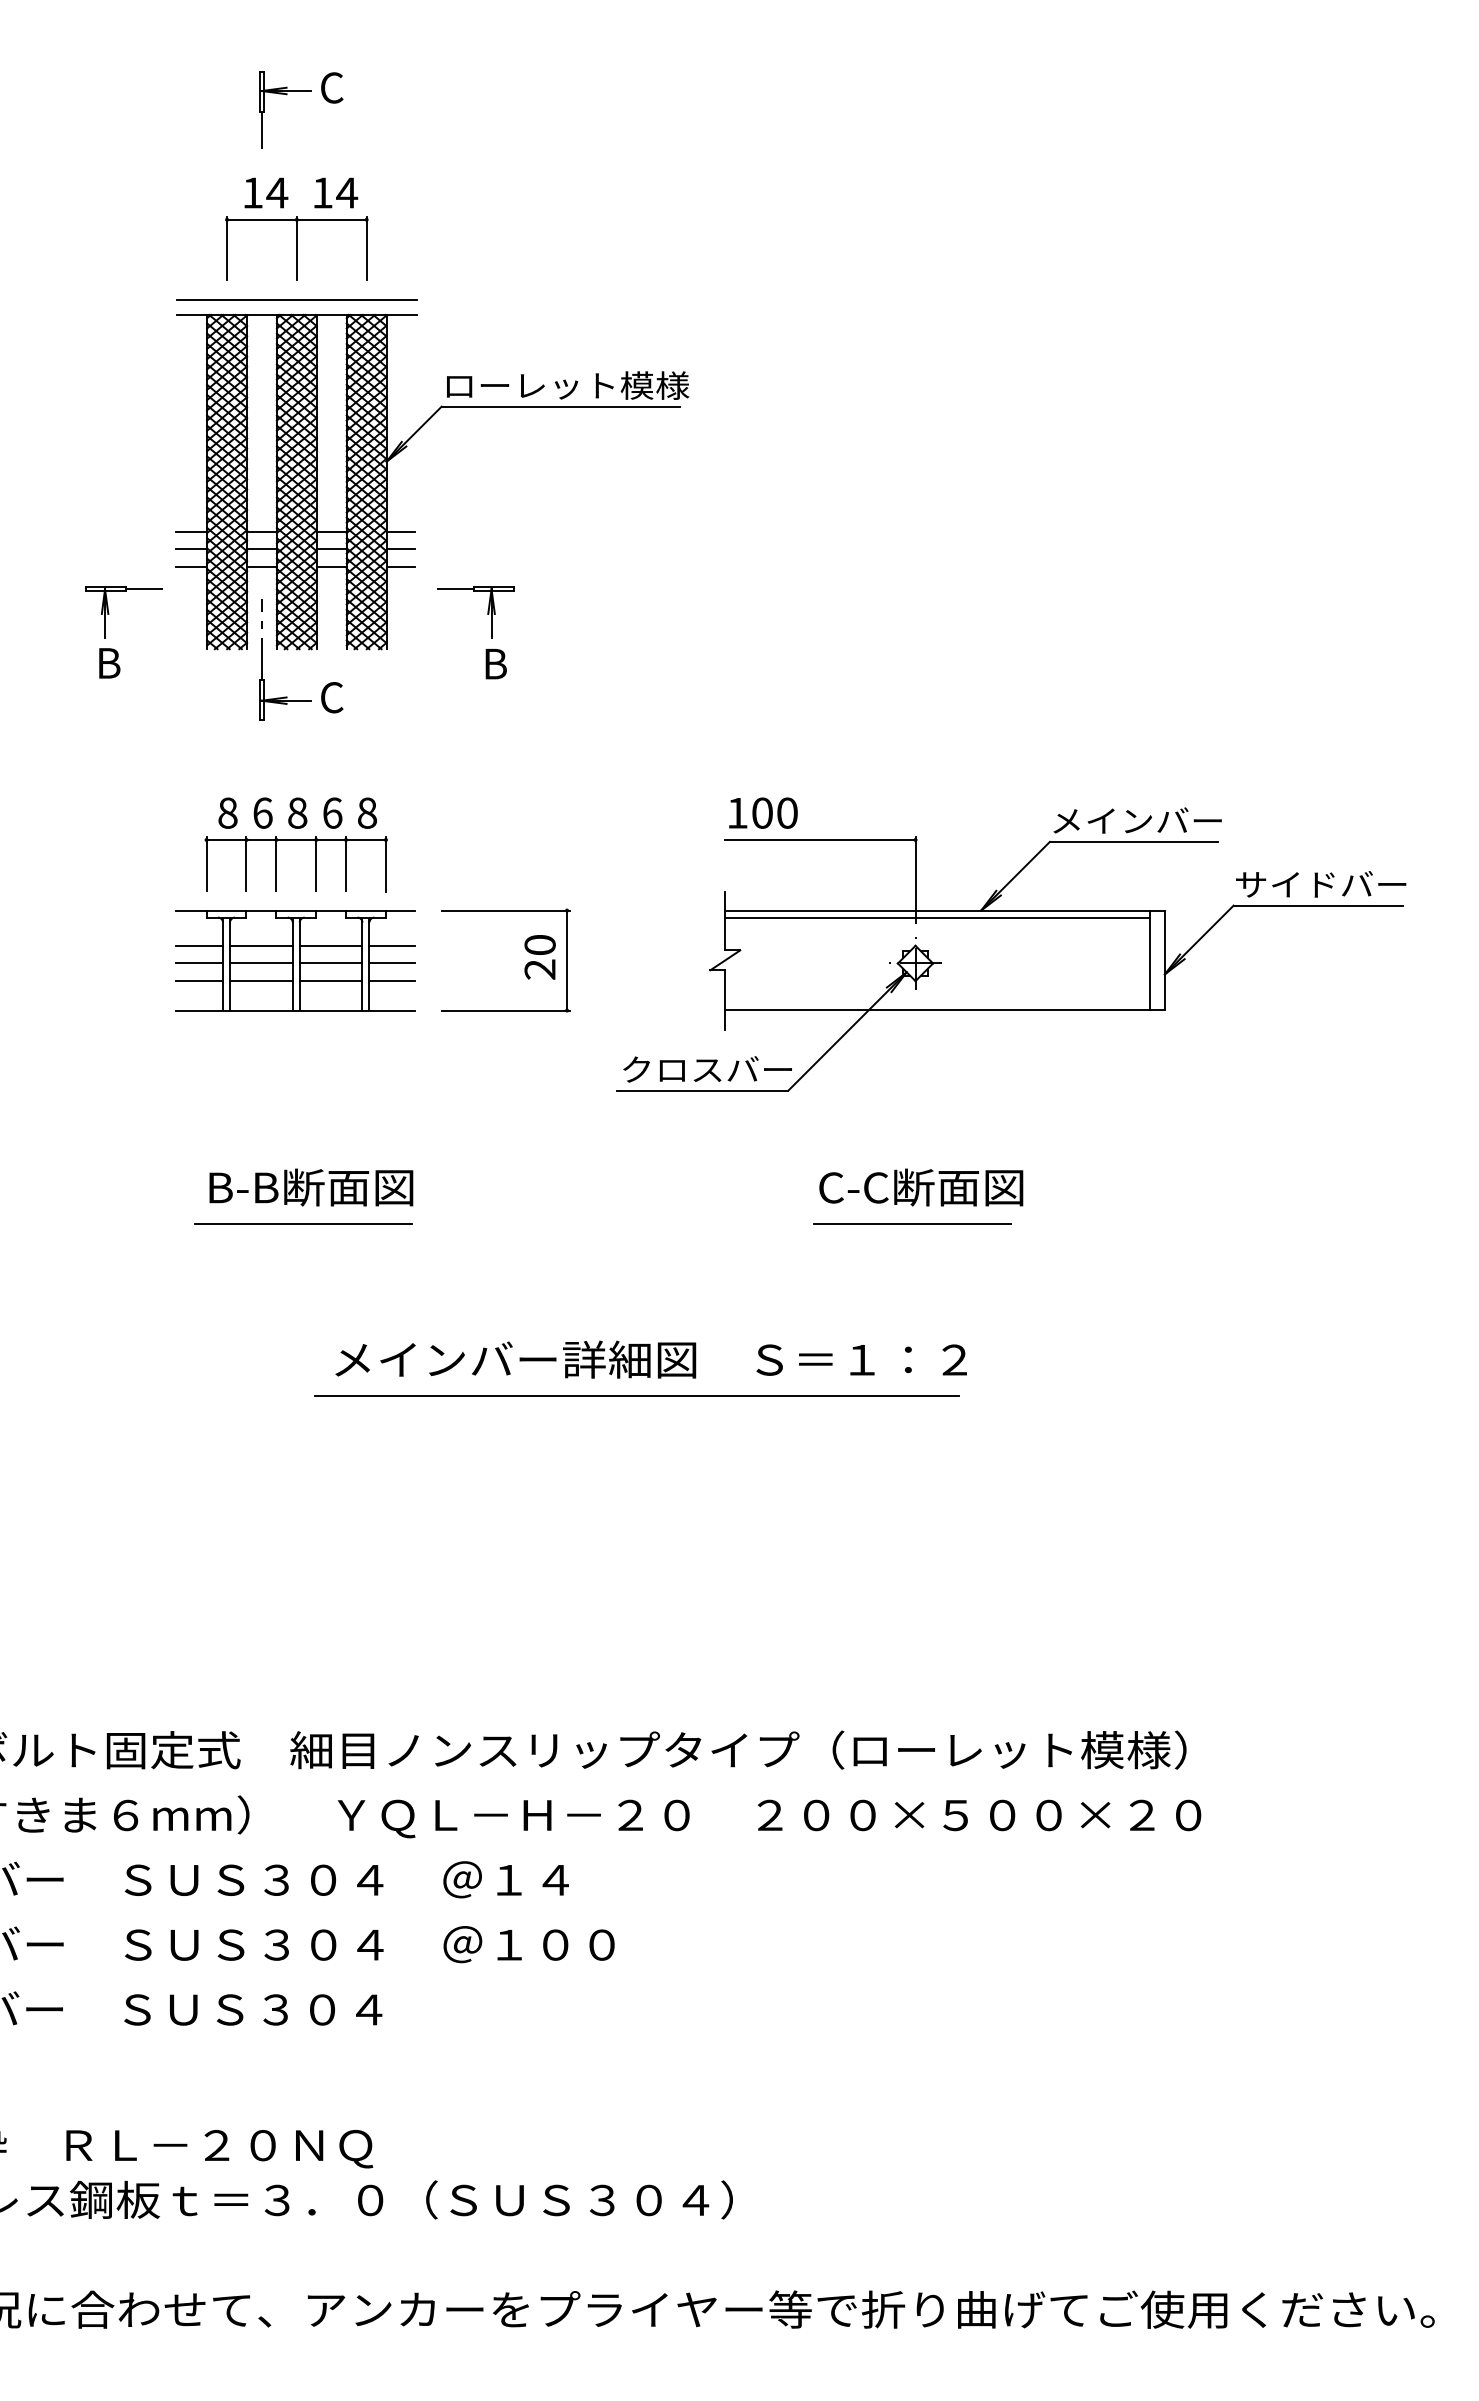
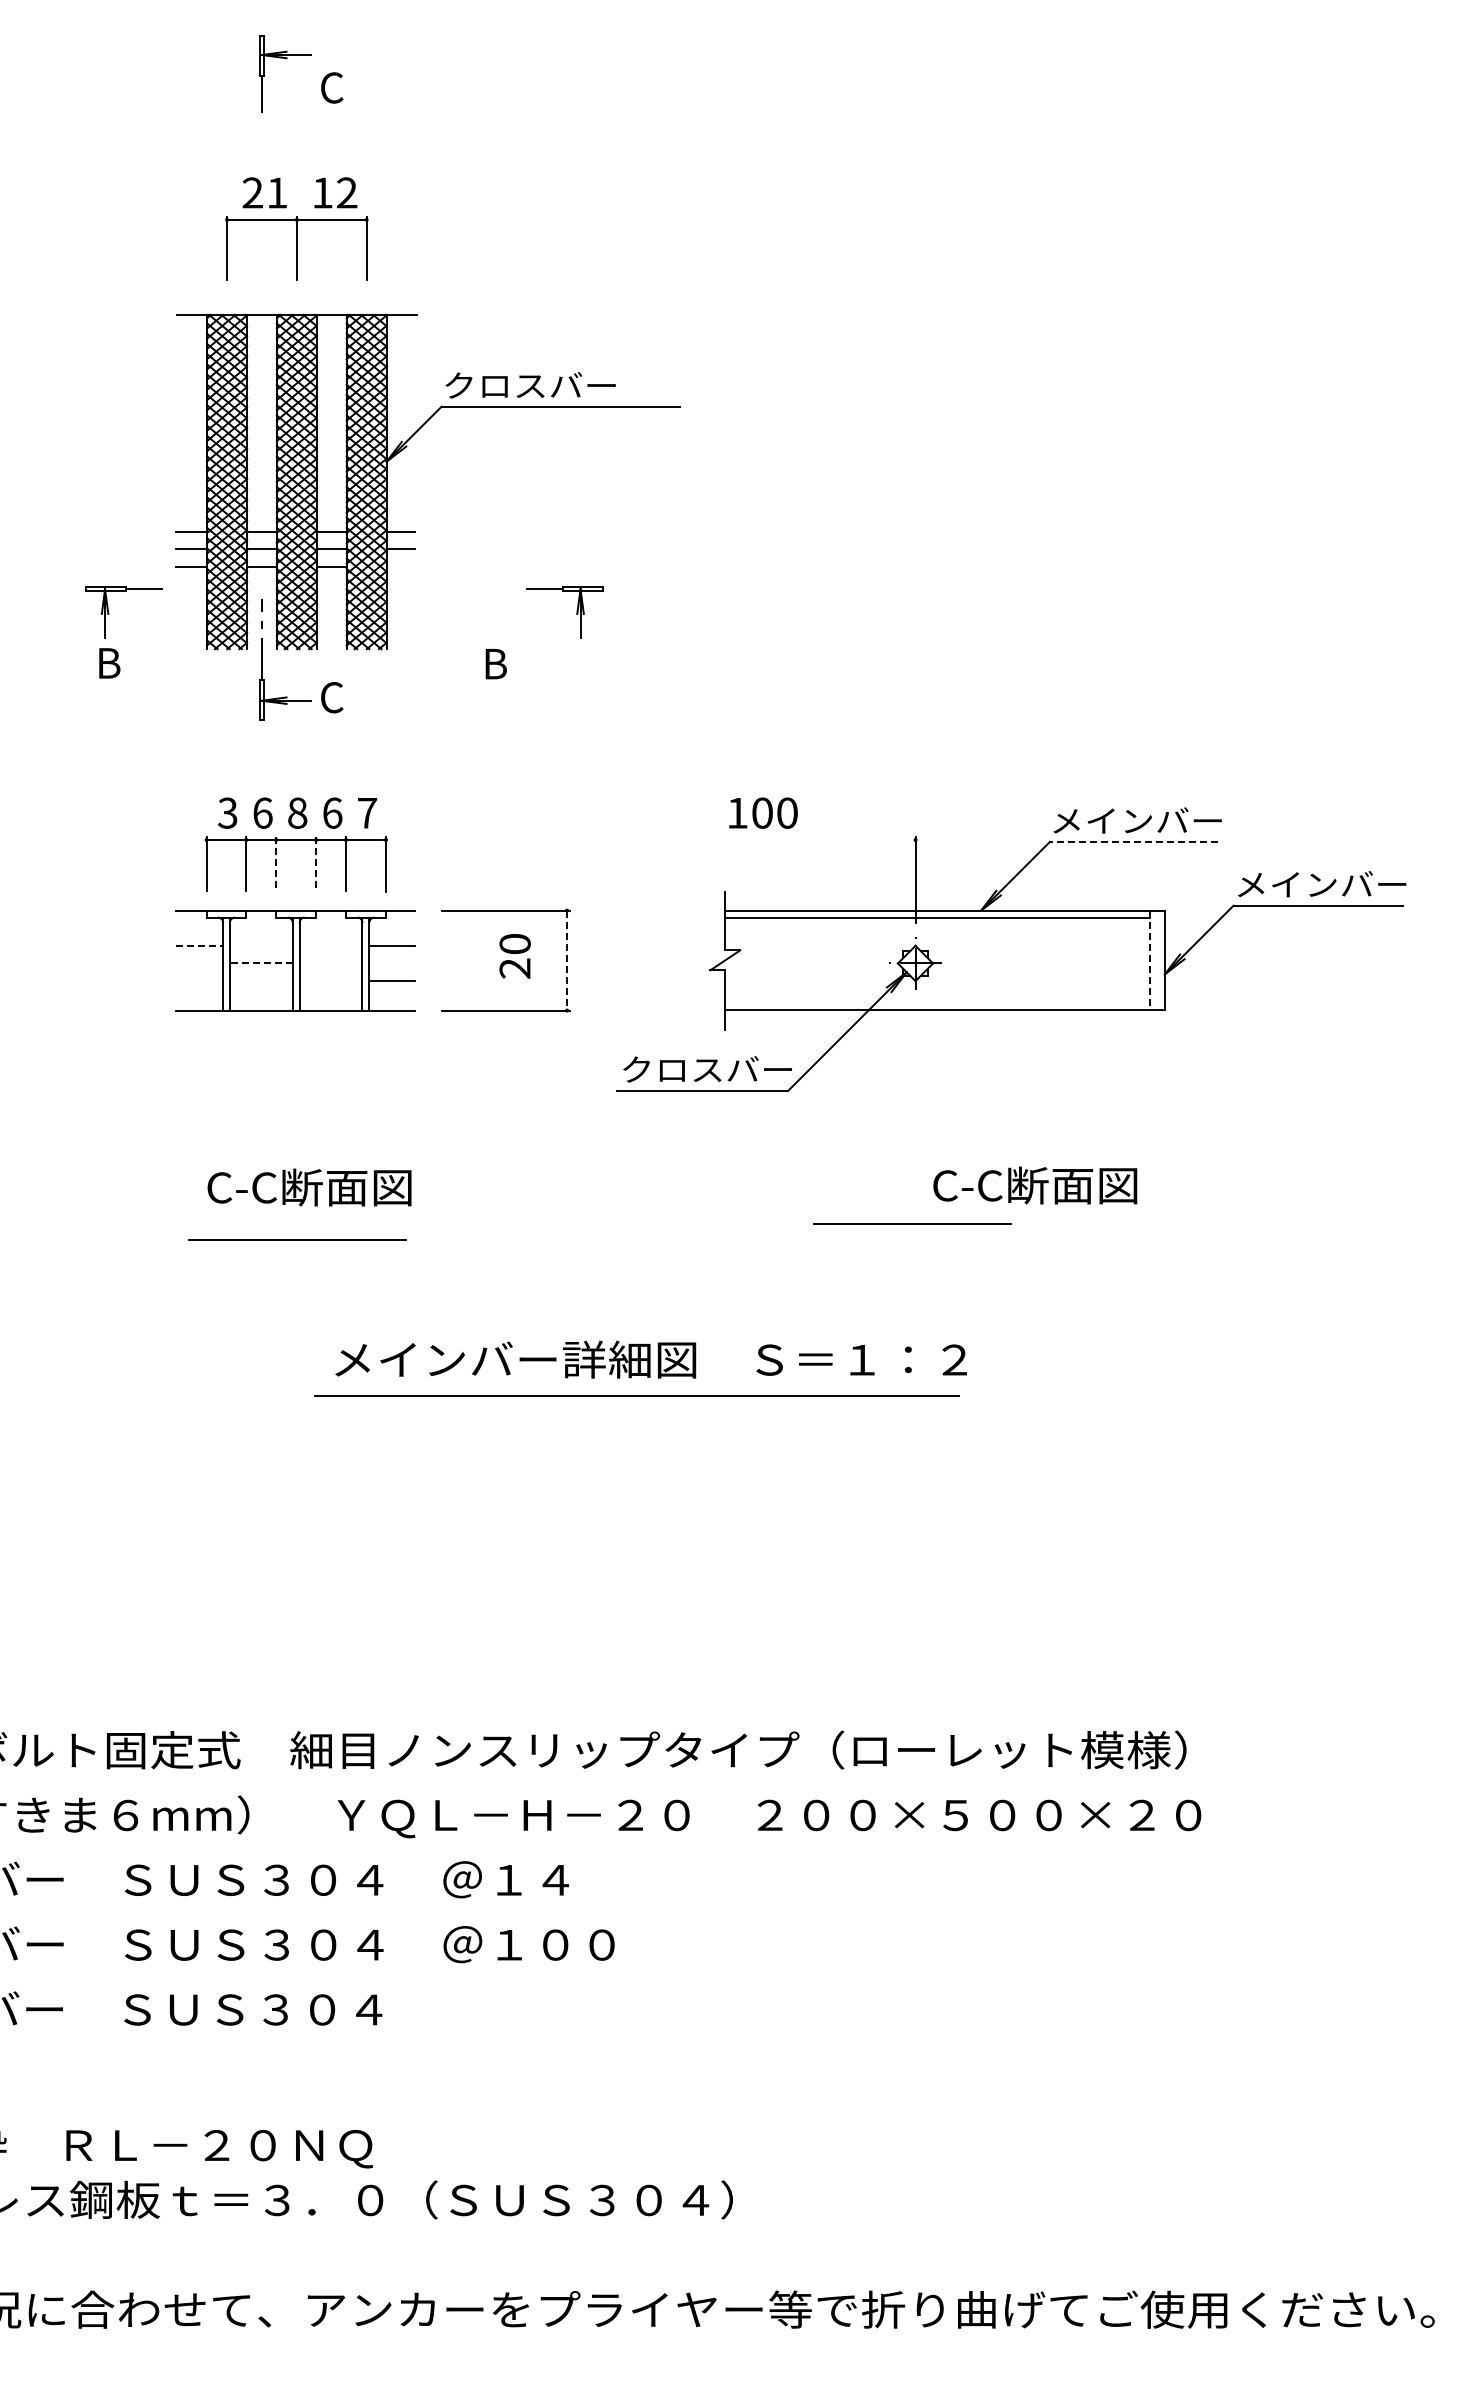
part at (286, 95) position: (286, 95) -> (286, 59)
text at (265, 192): 14 -> 21
text at (347, 192): 14 -> 12
line at (296, 299): present -> none
text at (567, 385): ローレット模様 -> クロスバー
line at (400, 567): present -> none
part at (487, 612) position: (487, 612) -> (576, 612)
text at (227, 812): 8 -> 3
text at (367, 812): 8 -> 7
line at (820, 840): present -> none
line at (1133, 841): solid -> dashed
line at (276, 863): solid -> dashed
line at (316, 863): solid -> dashed
text at (1286, 884): サイドバー -> メインバー
line at (199, 945): solid -> dashed
line at (261, 945): present -> none
line at (330, 945): present -> none
text at (539, 957) position: (539, 957) -> (514, 956)
line at (567, 960): solid -> dashed
line at (1149, 960): solid -> dashed
line at (199, 963): present -> none
line at (262, 963): solid -> dashed
line at (330, 963): present -> none
line at (392, 963): present -> none
line at (199, 981): present -> none
line at (261, 981): present -> none
line at (330, 981): present -> none
text at (310, 1187): B-B断面図 -> C-C断面図
text at (921, 1187) position: (921, 1187) -> (1035, 1185)
line at (303, 1223) position: (303, 1223) -> (297, 1239)
